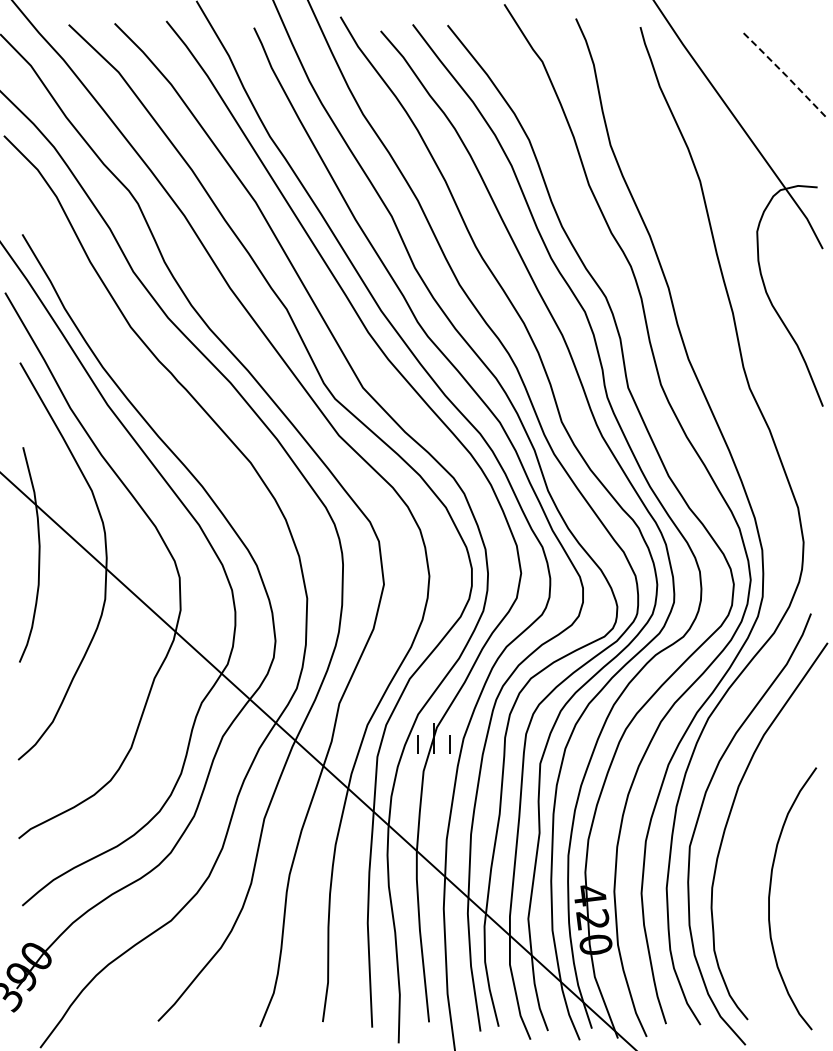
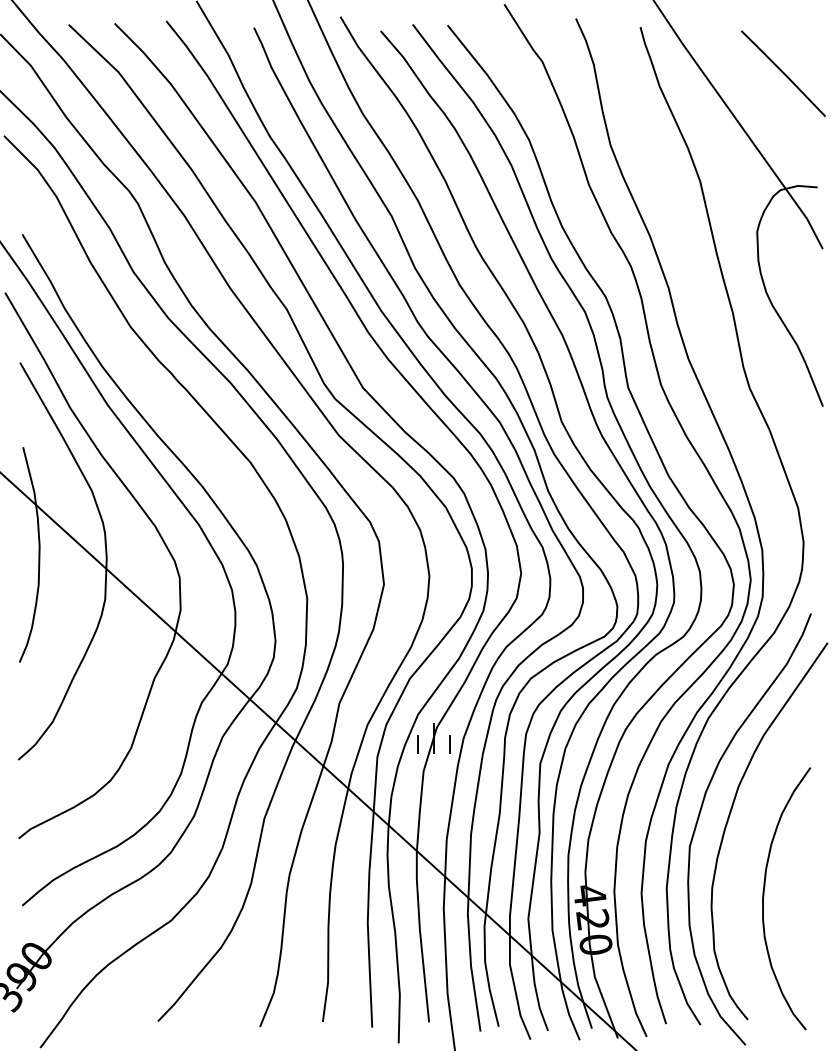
line at (783, 72): dashed -> solid
curve at (770, 896) position: (770, 896) -> (764, 896)
